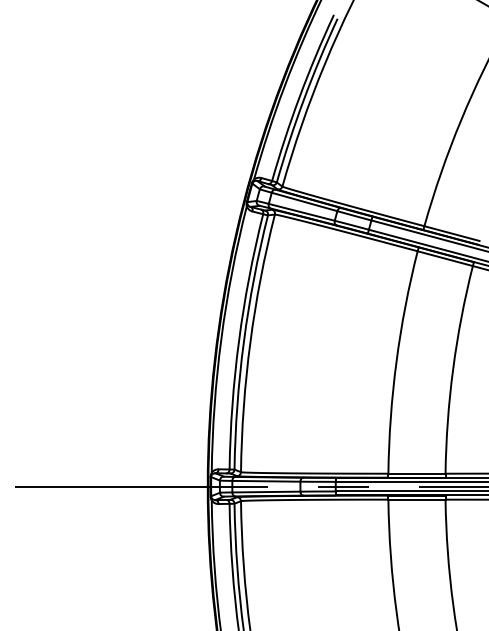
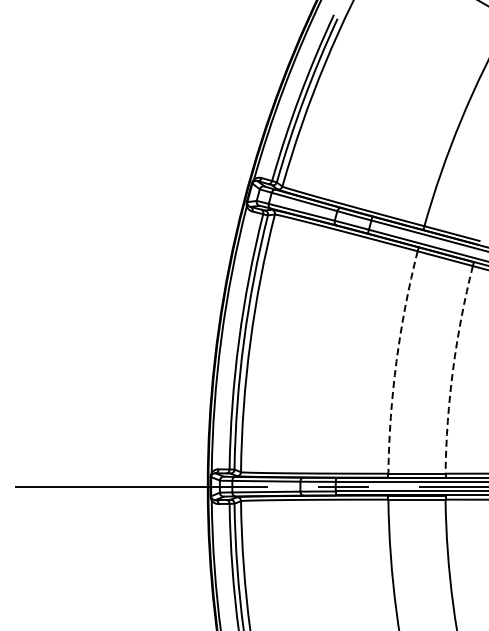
arc at (396, 361): solid -> dashed
arc at (453, 369): solid -> dashed
